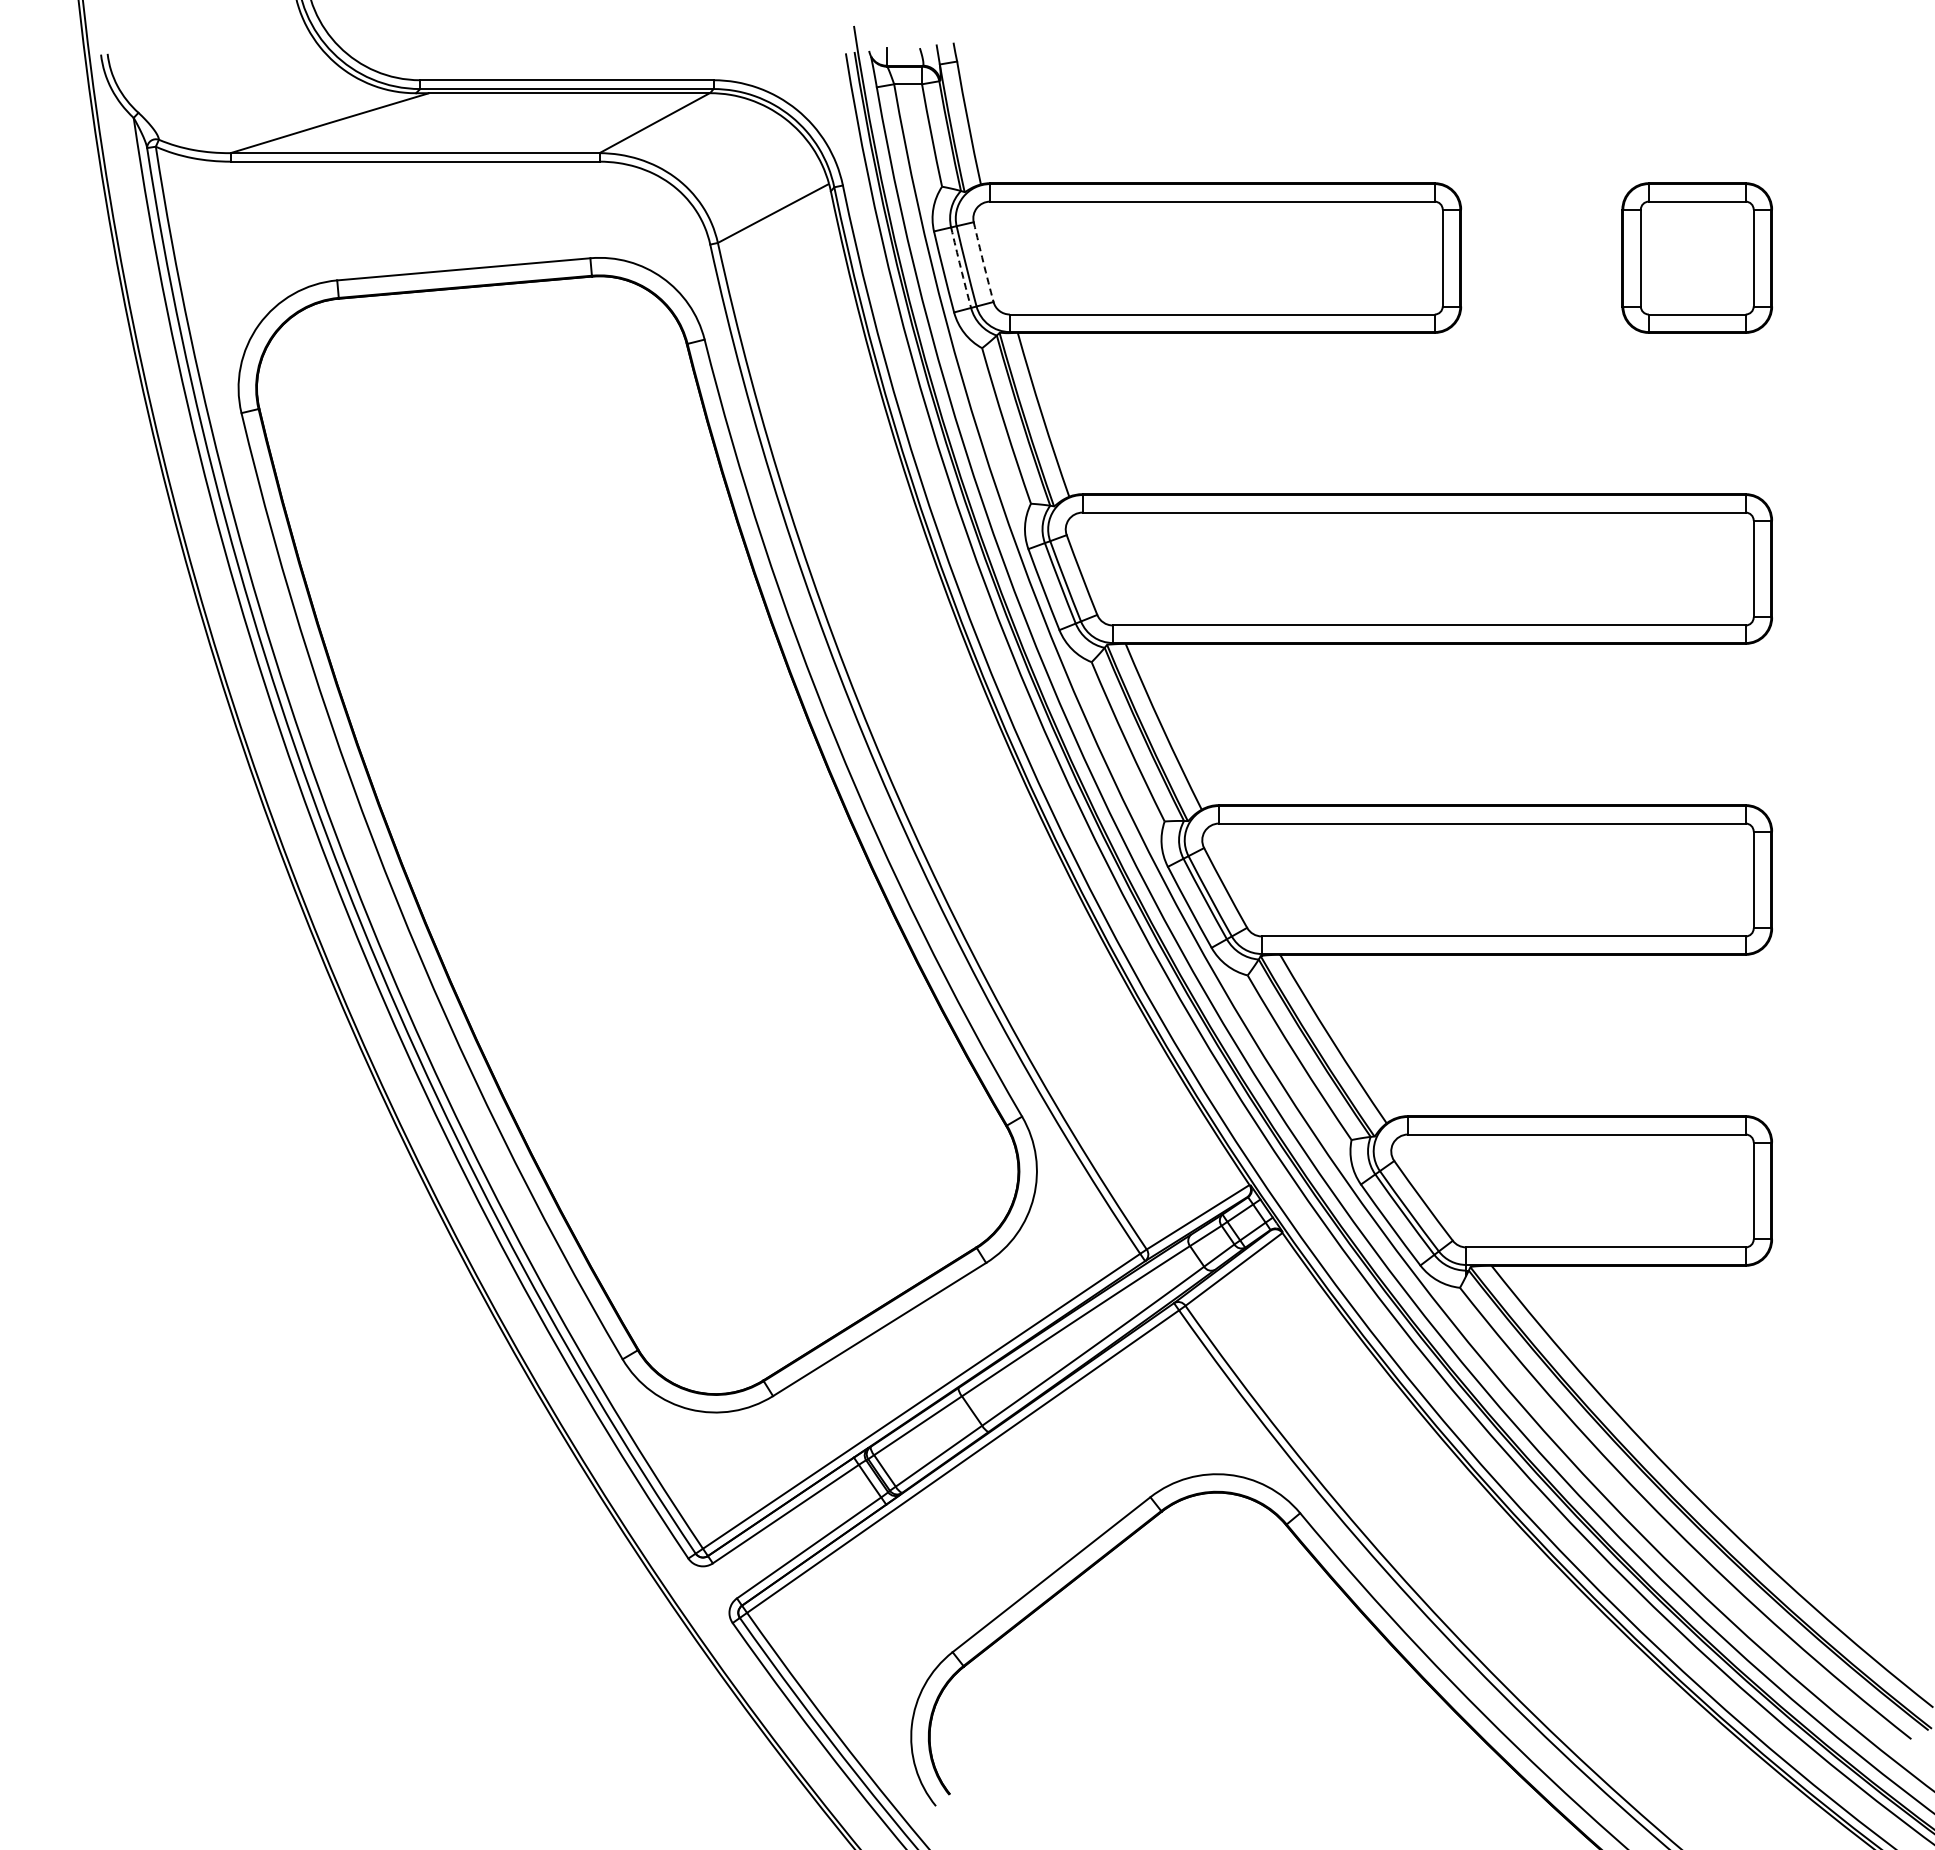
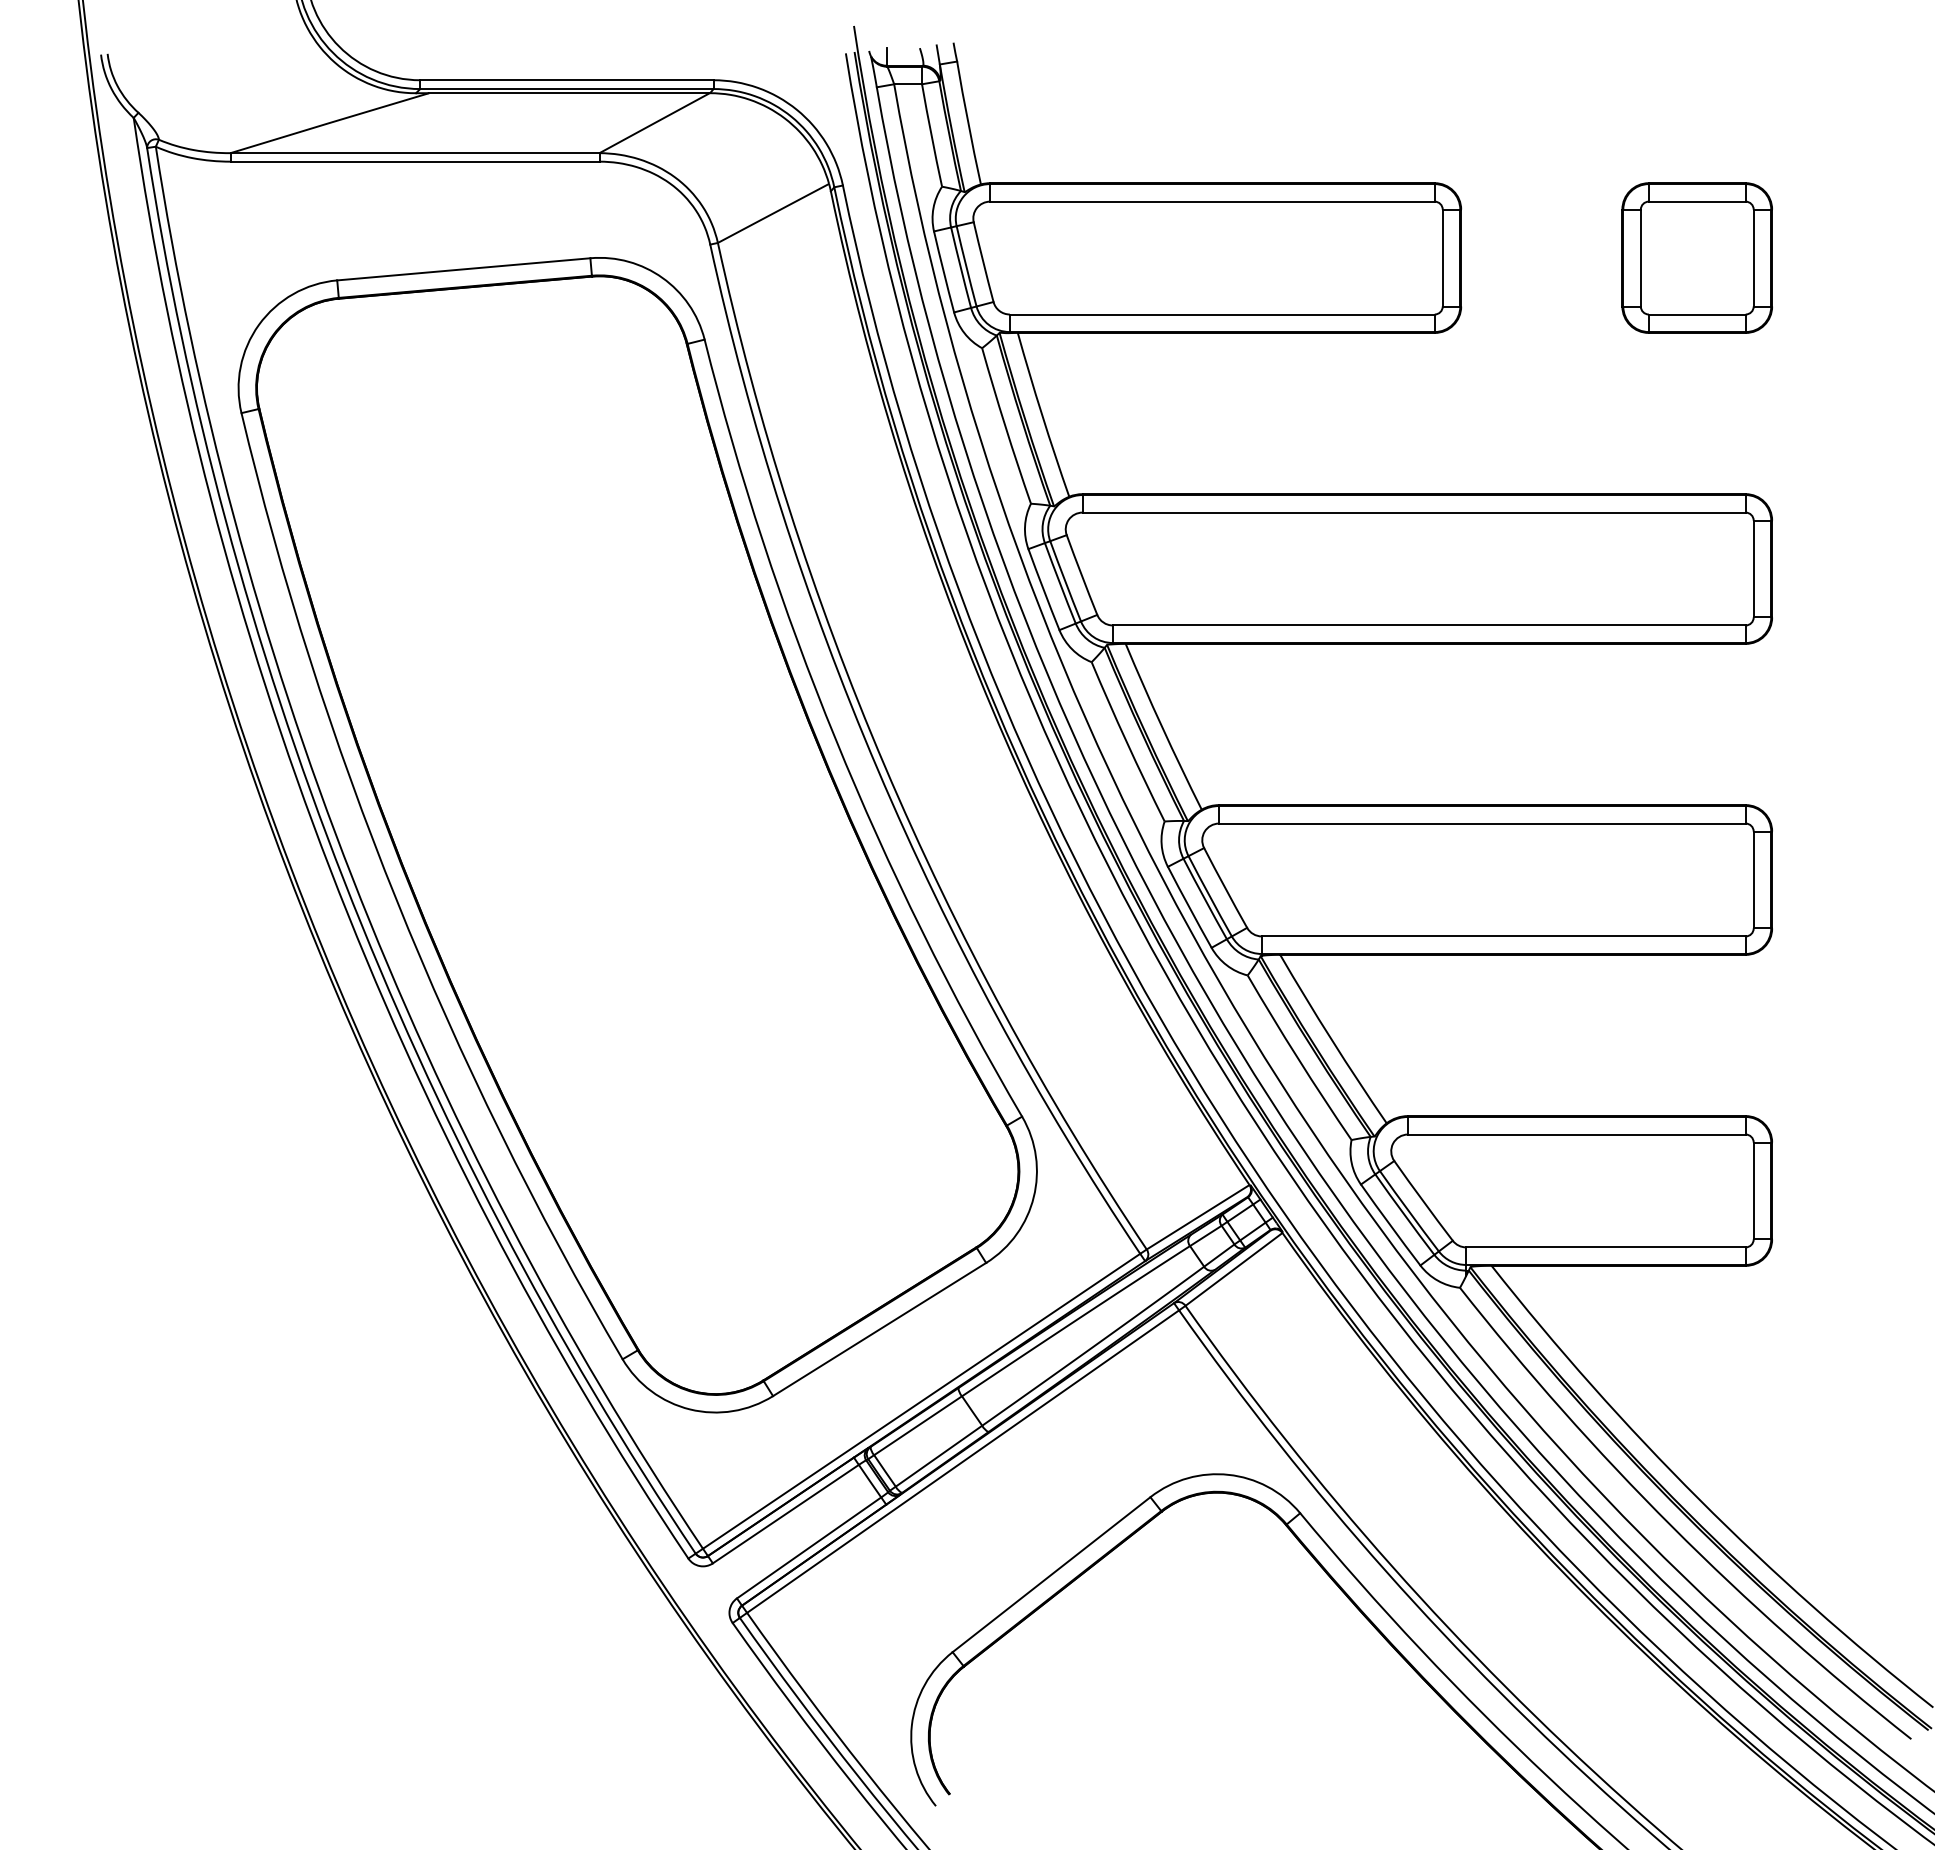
arc at (983, 262): dashed -> solid
arc at (960, 267): dashed -> solid
